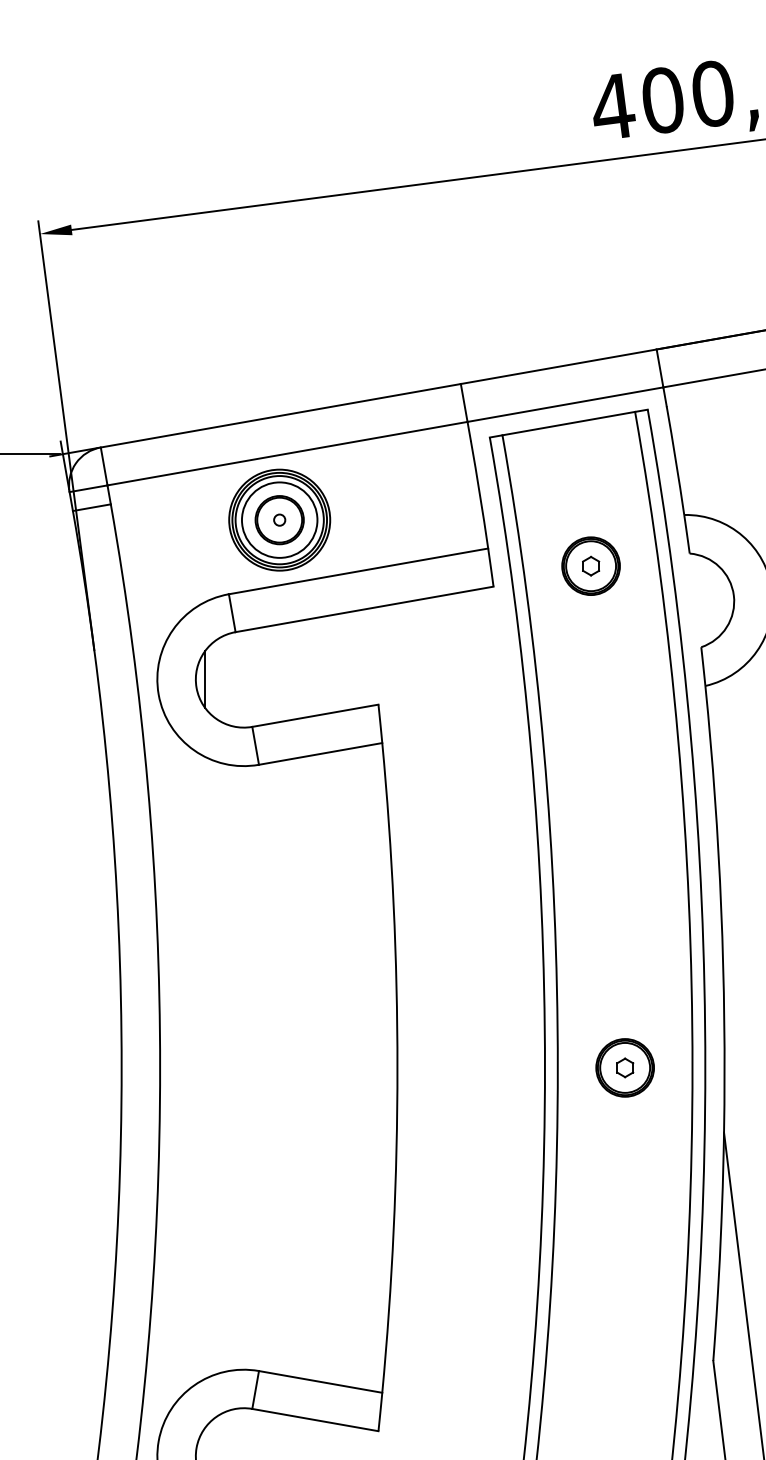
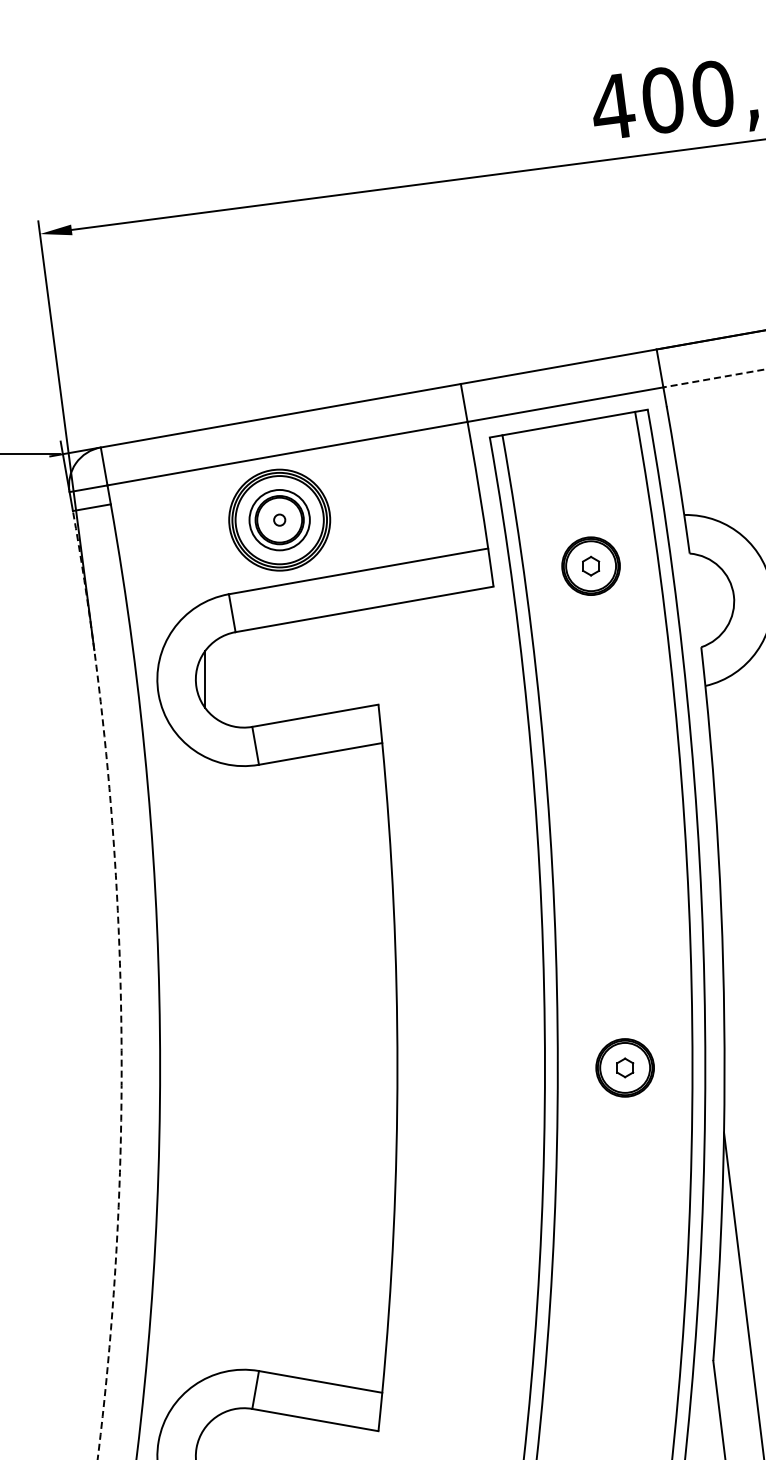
line at (714, 378): solid -> dashed
circle at (279, 519) diameter: 75 px -> 60 px
arc at (120, 982): solid -> dashed
